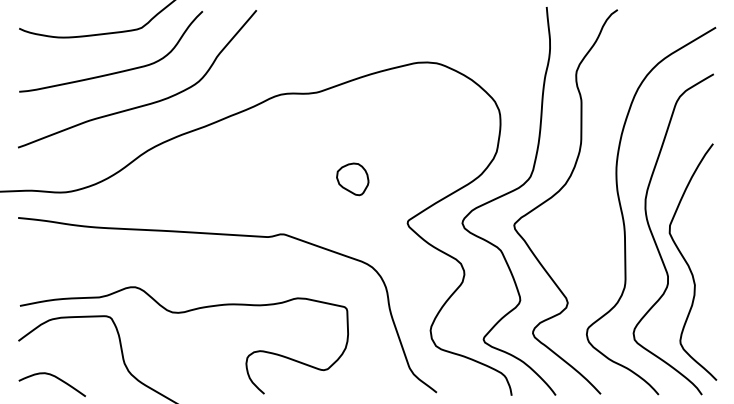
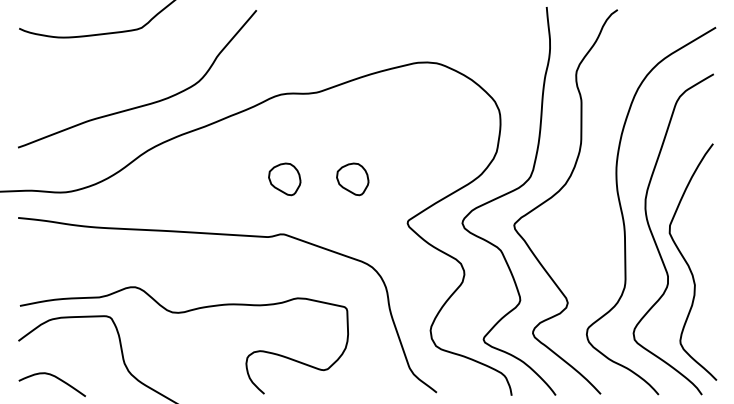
curve at (117, 71): present -> none
part at (284, 179): none -> present
